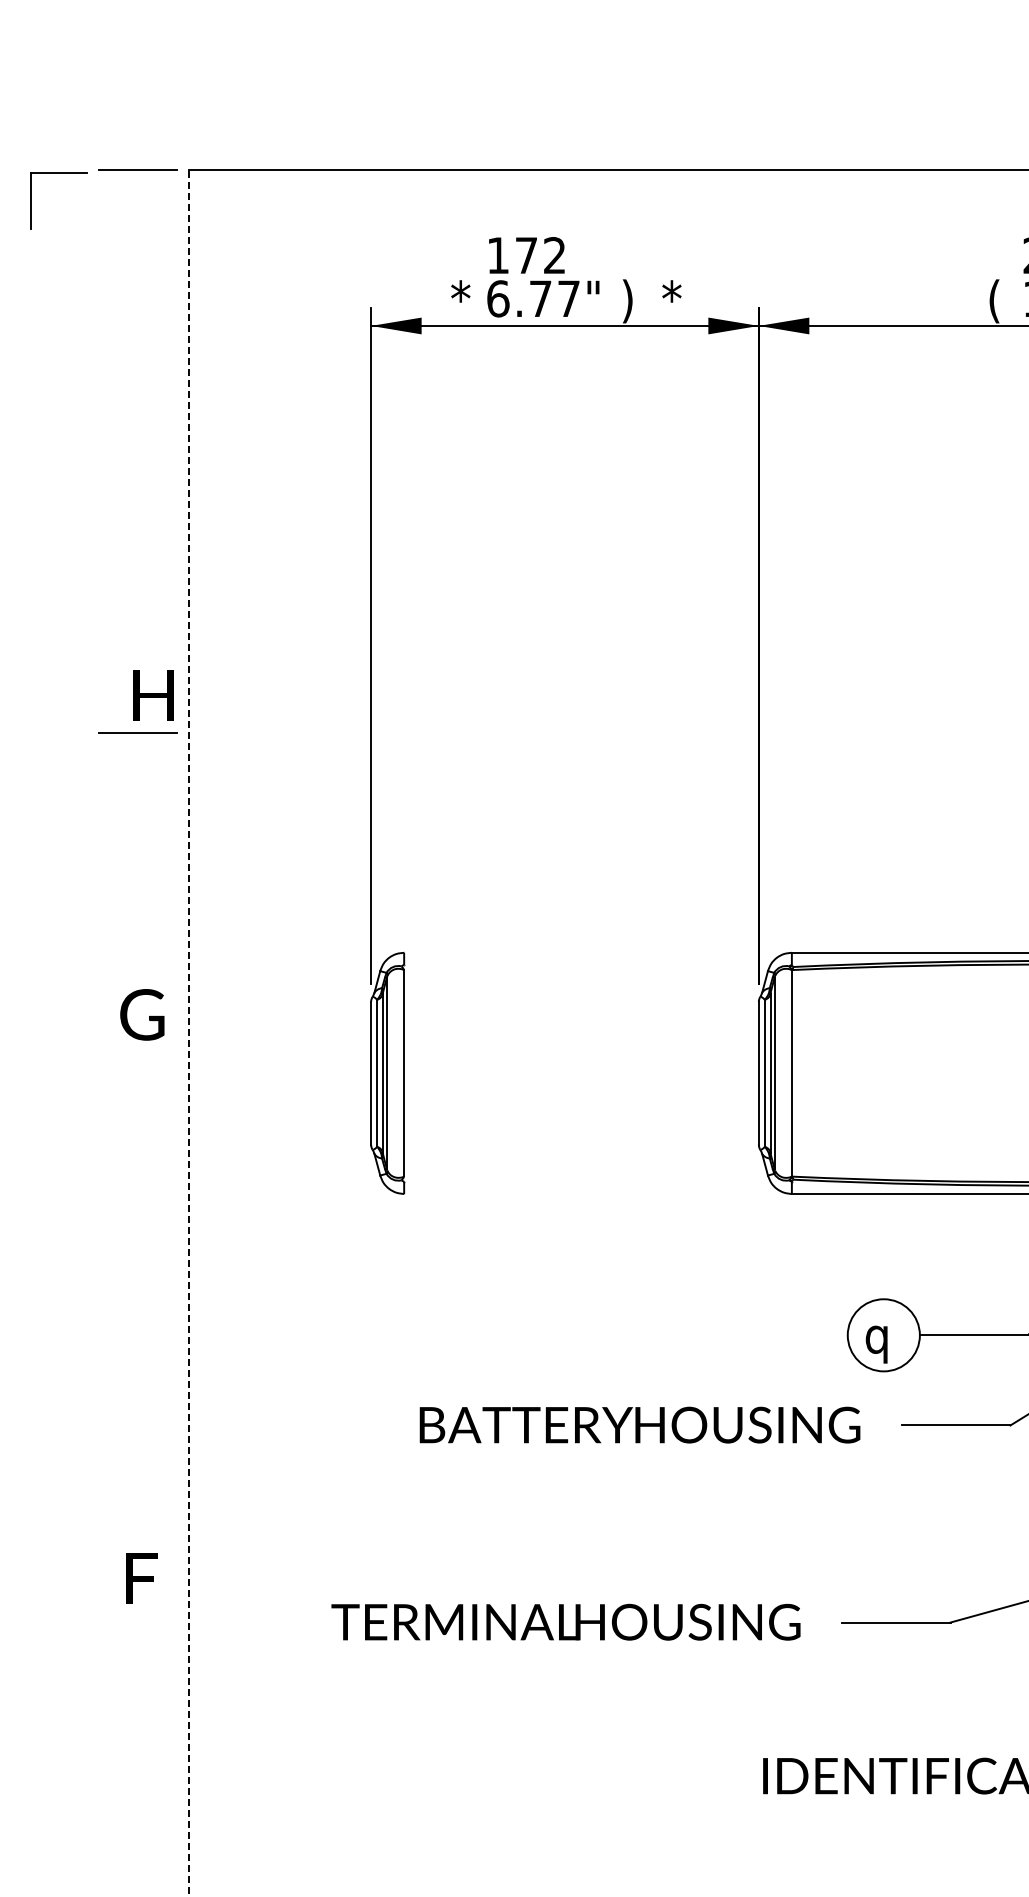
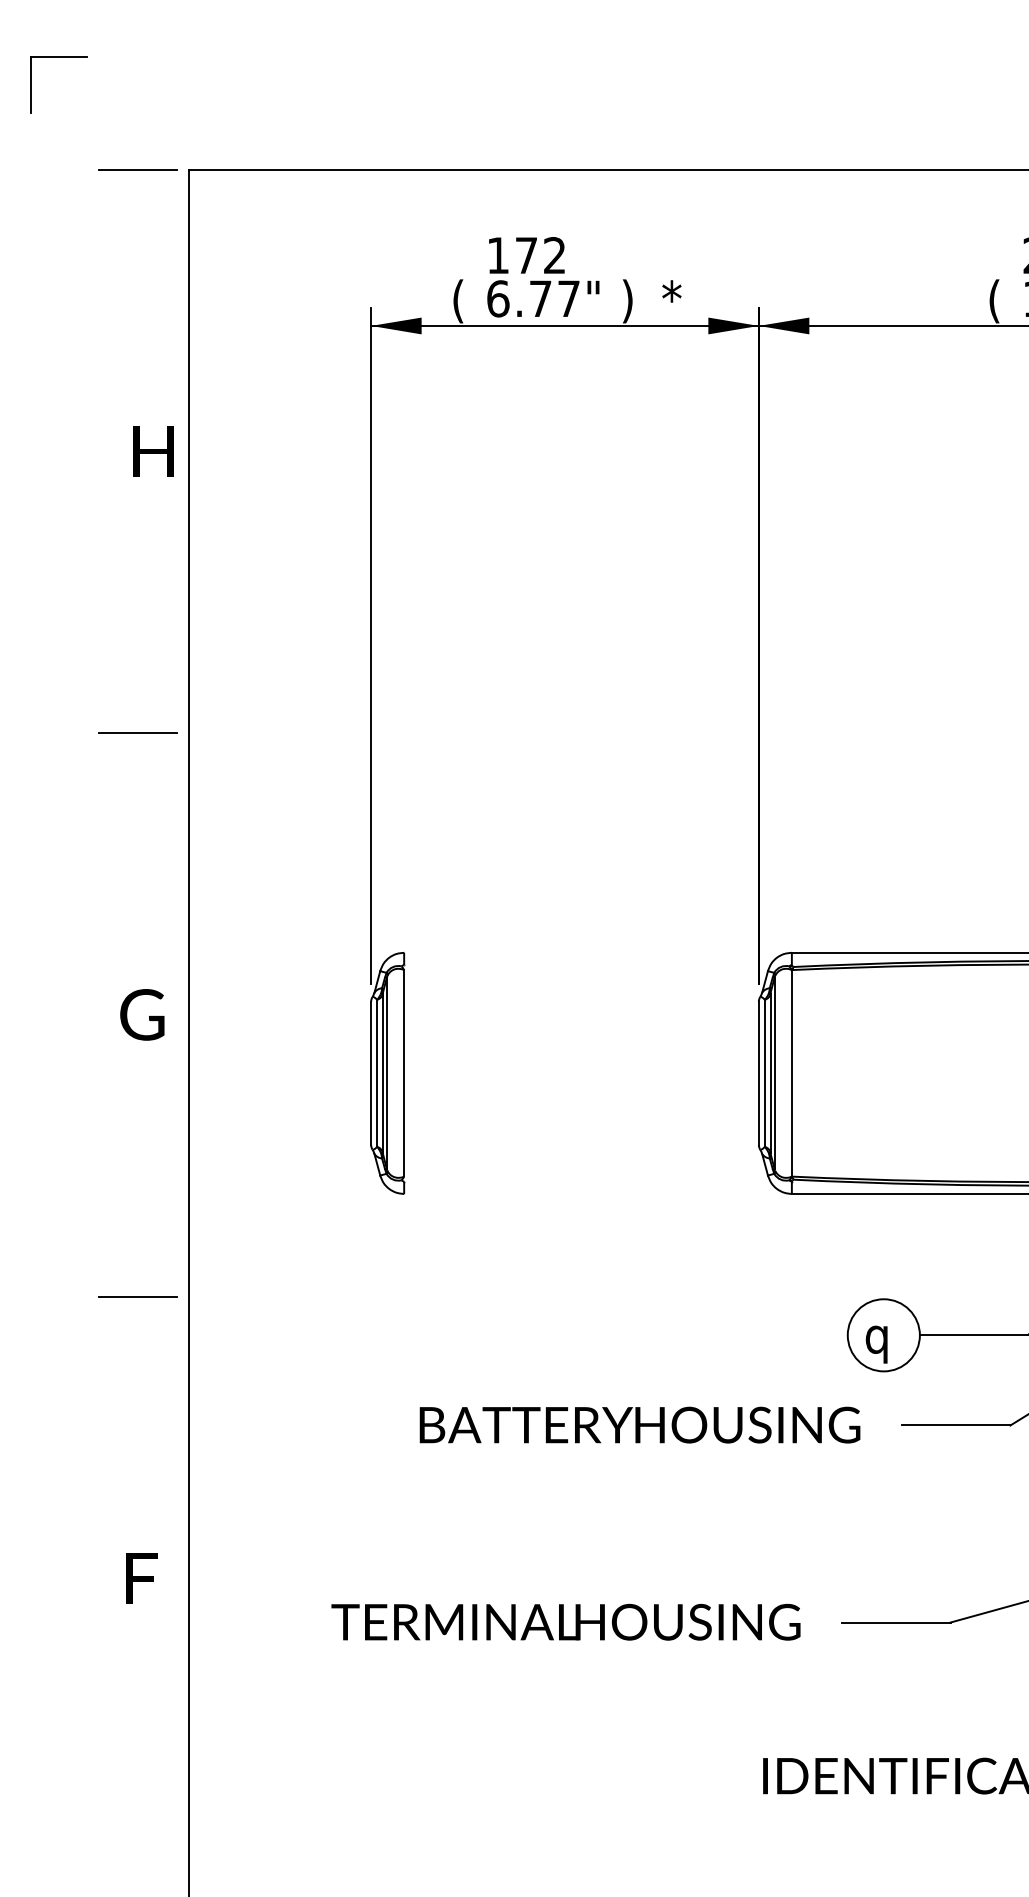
part at (58, 173) position: (58, 173) -> (58, 57)
text at (460, 301): * -> (
text at (153, 695) position: (153, 695) -> (153, 451)
line at (188, 1032): dashed -> solid
line at (137, 1296): none -> present
